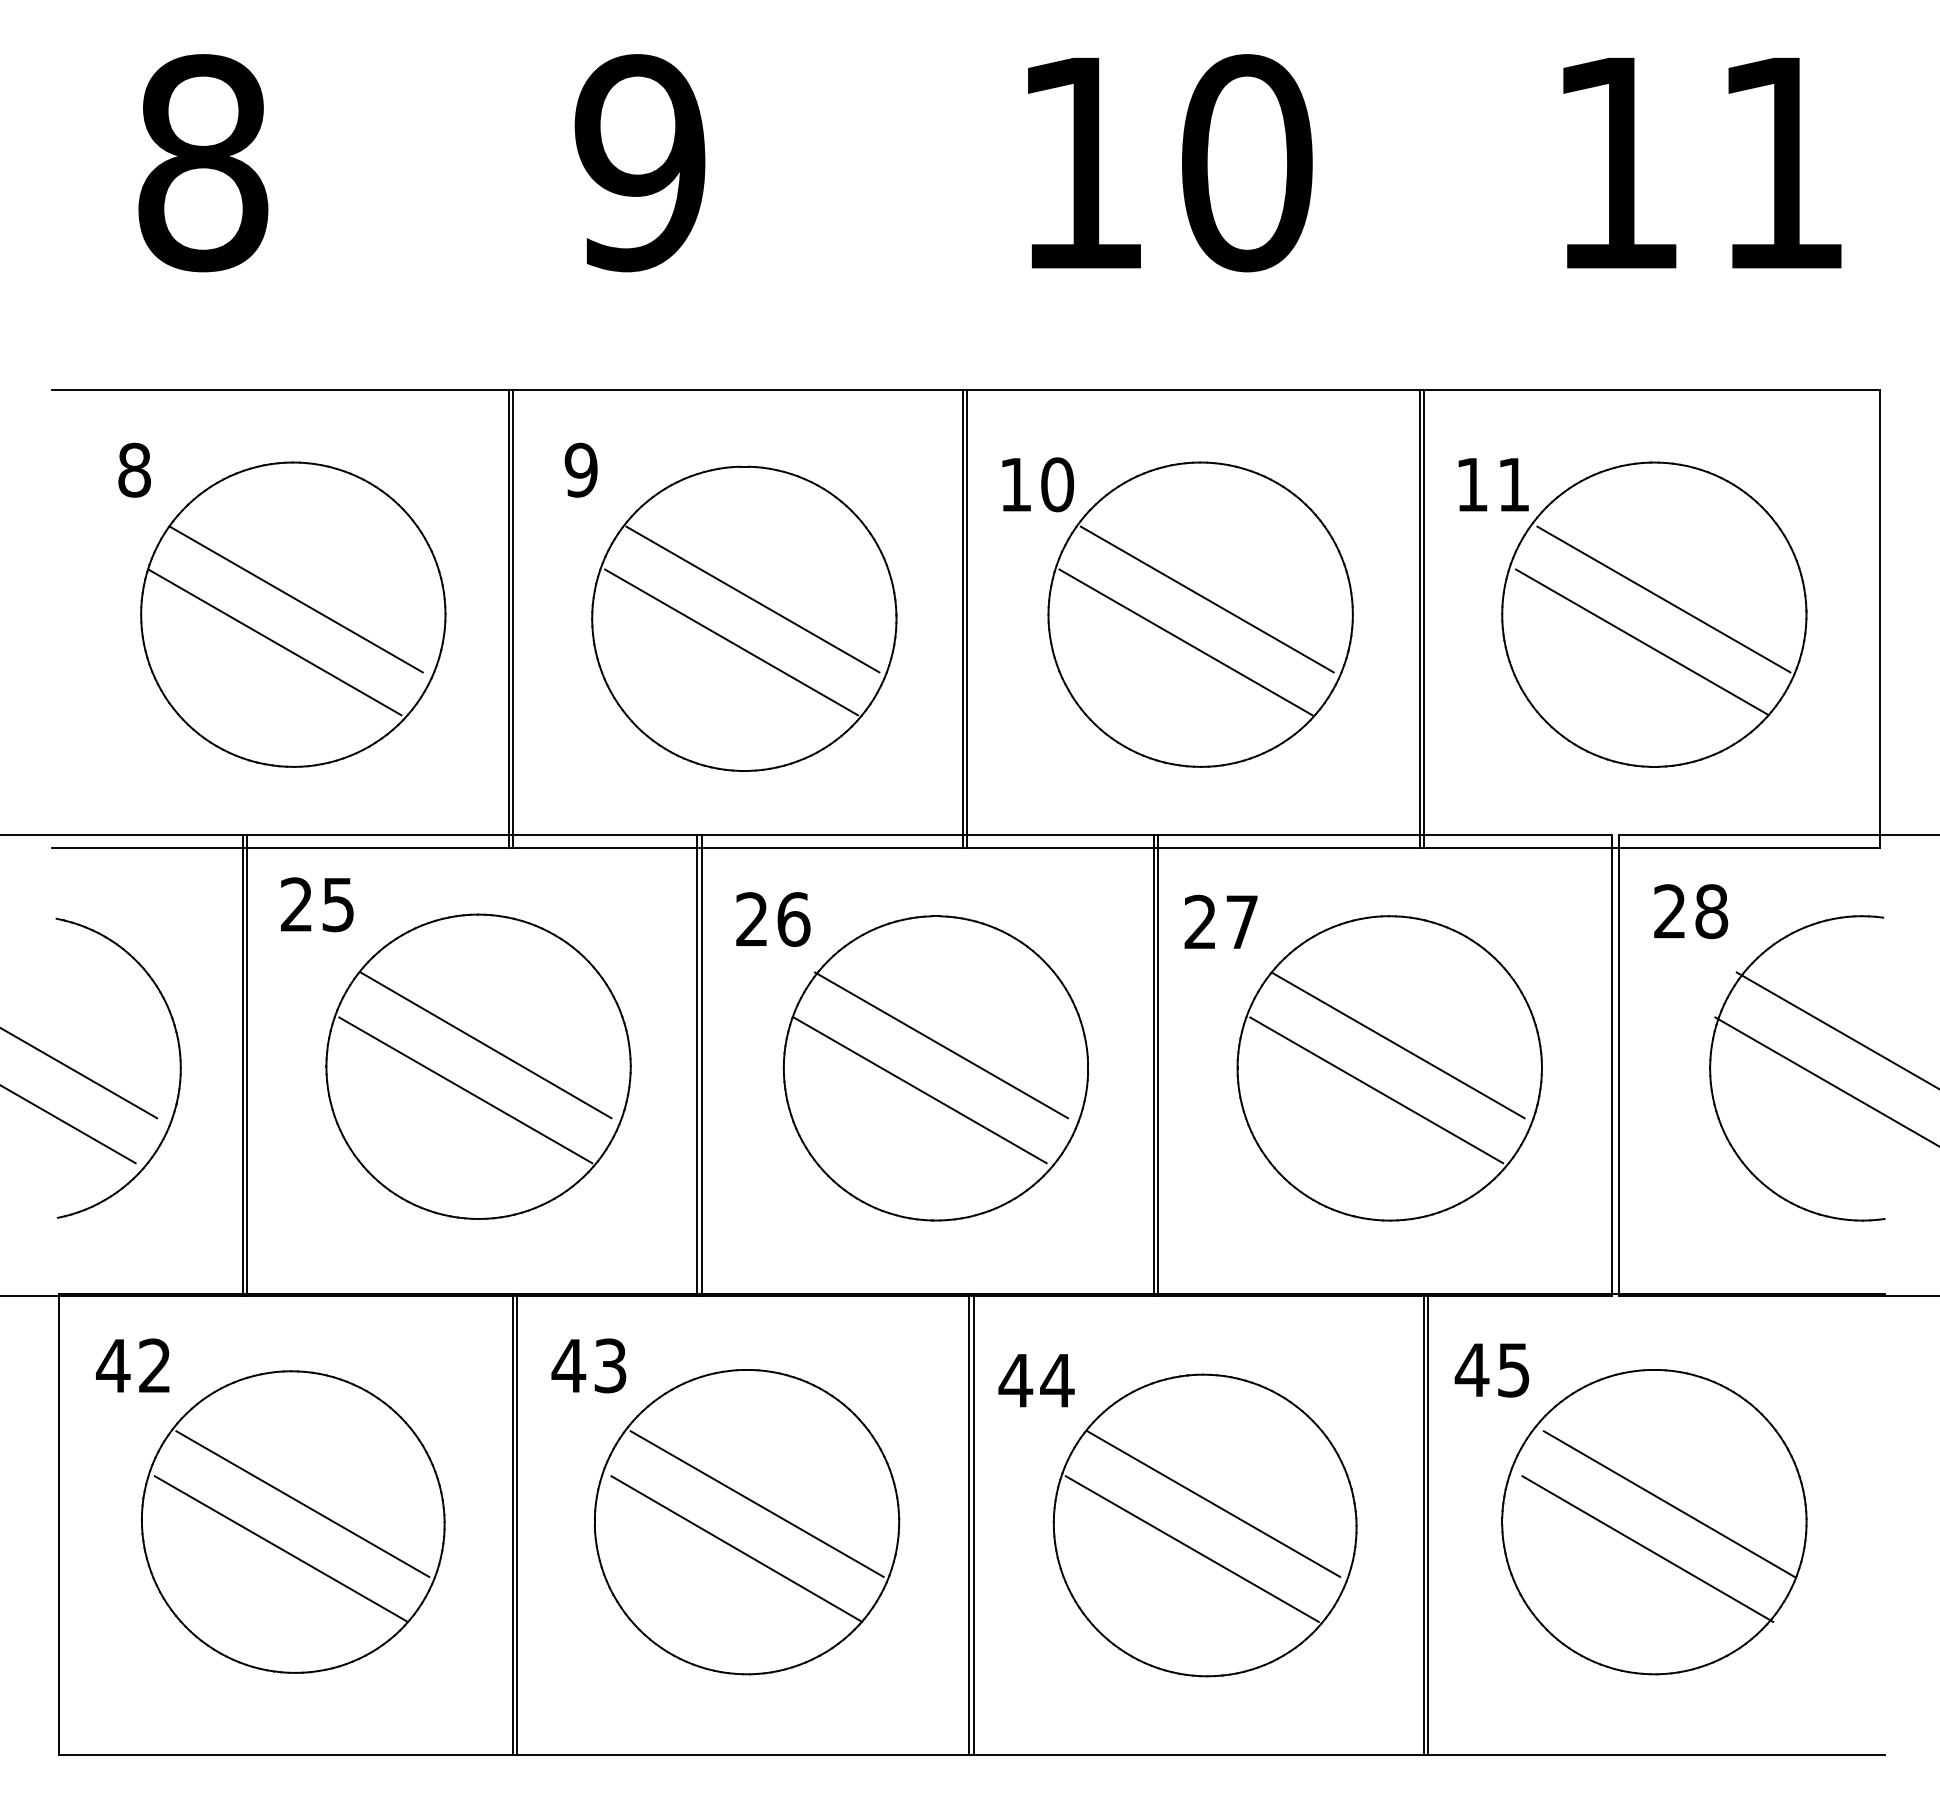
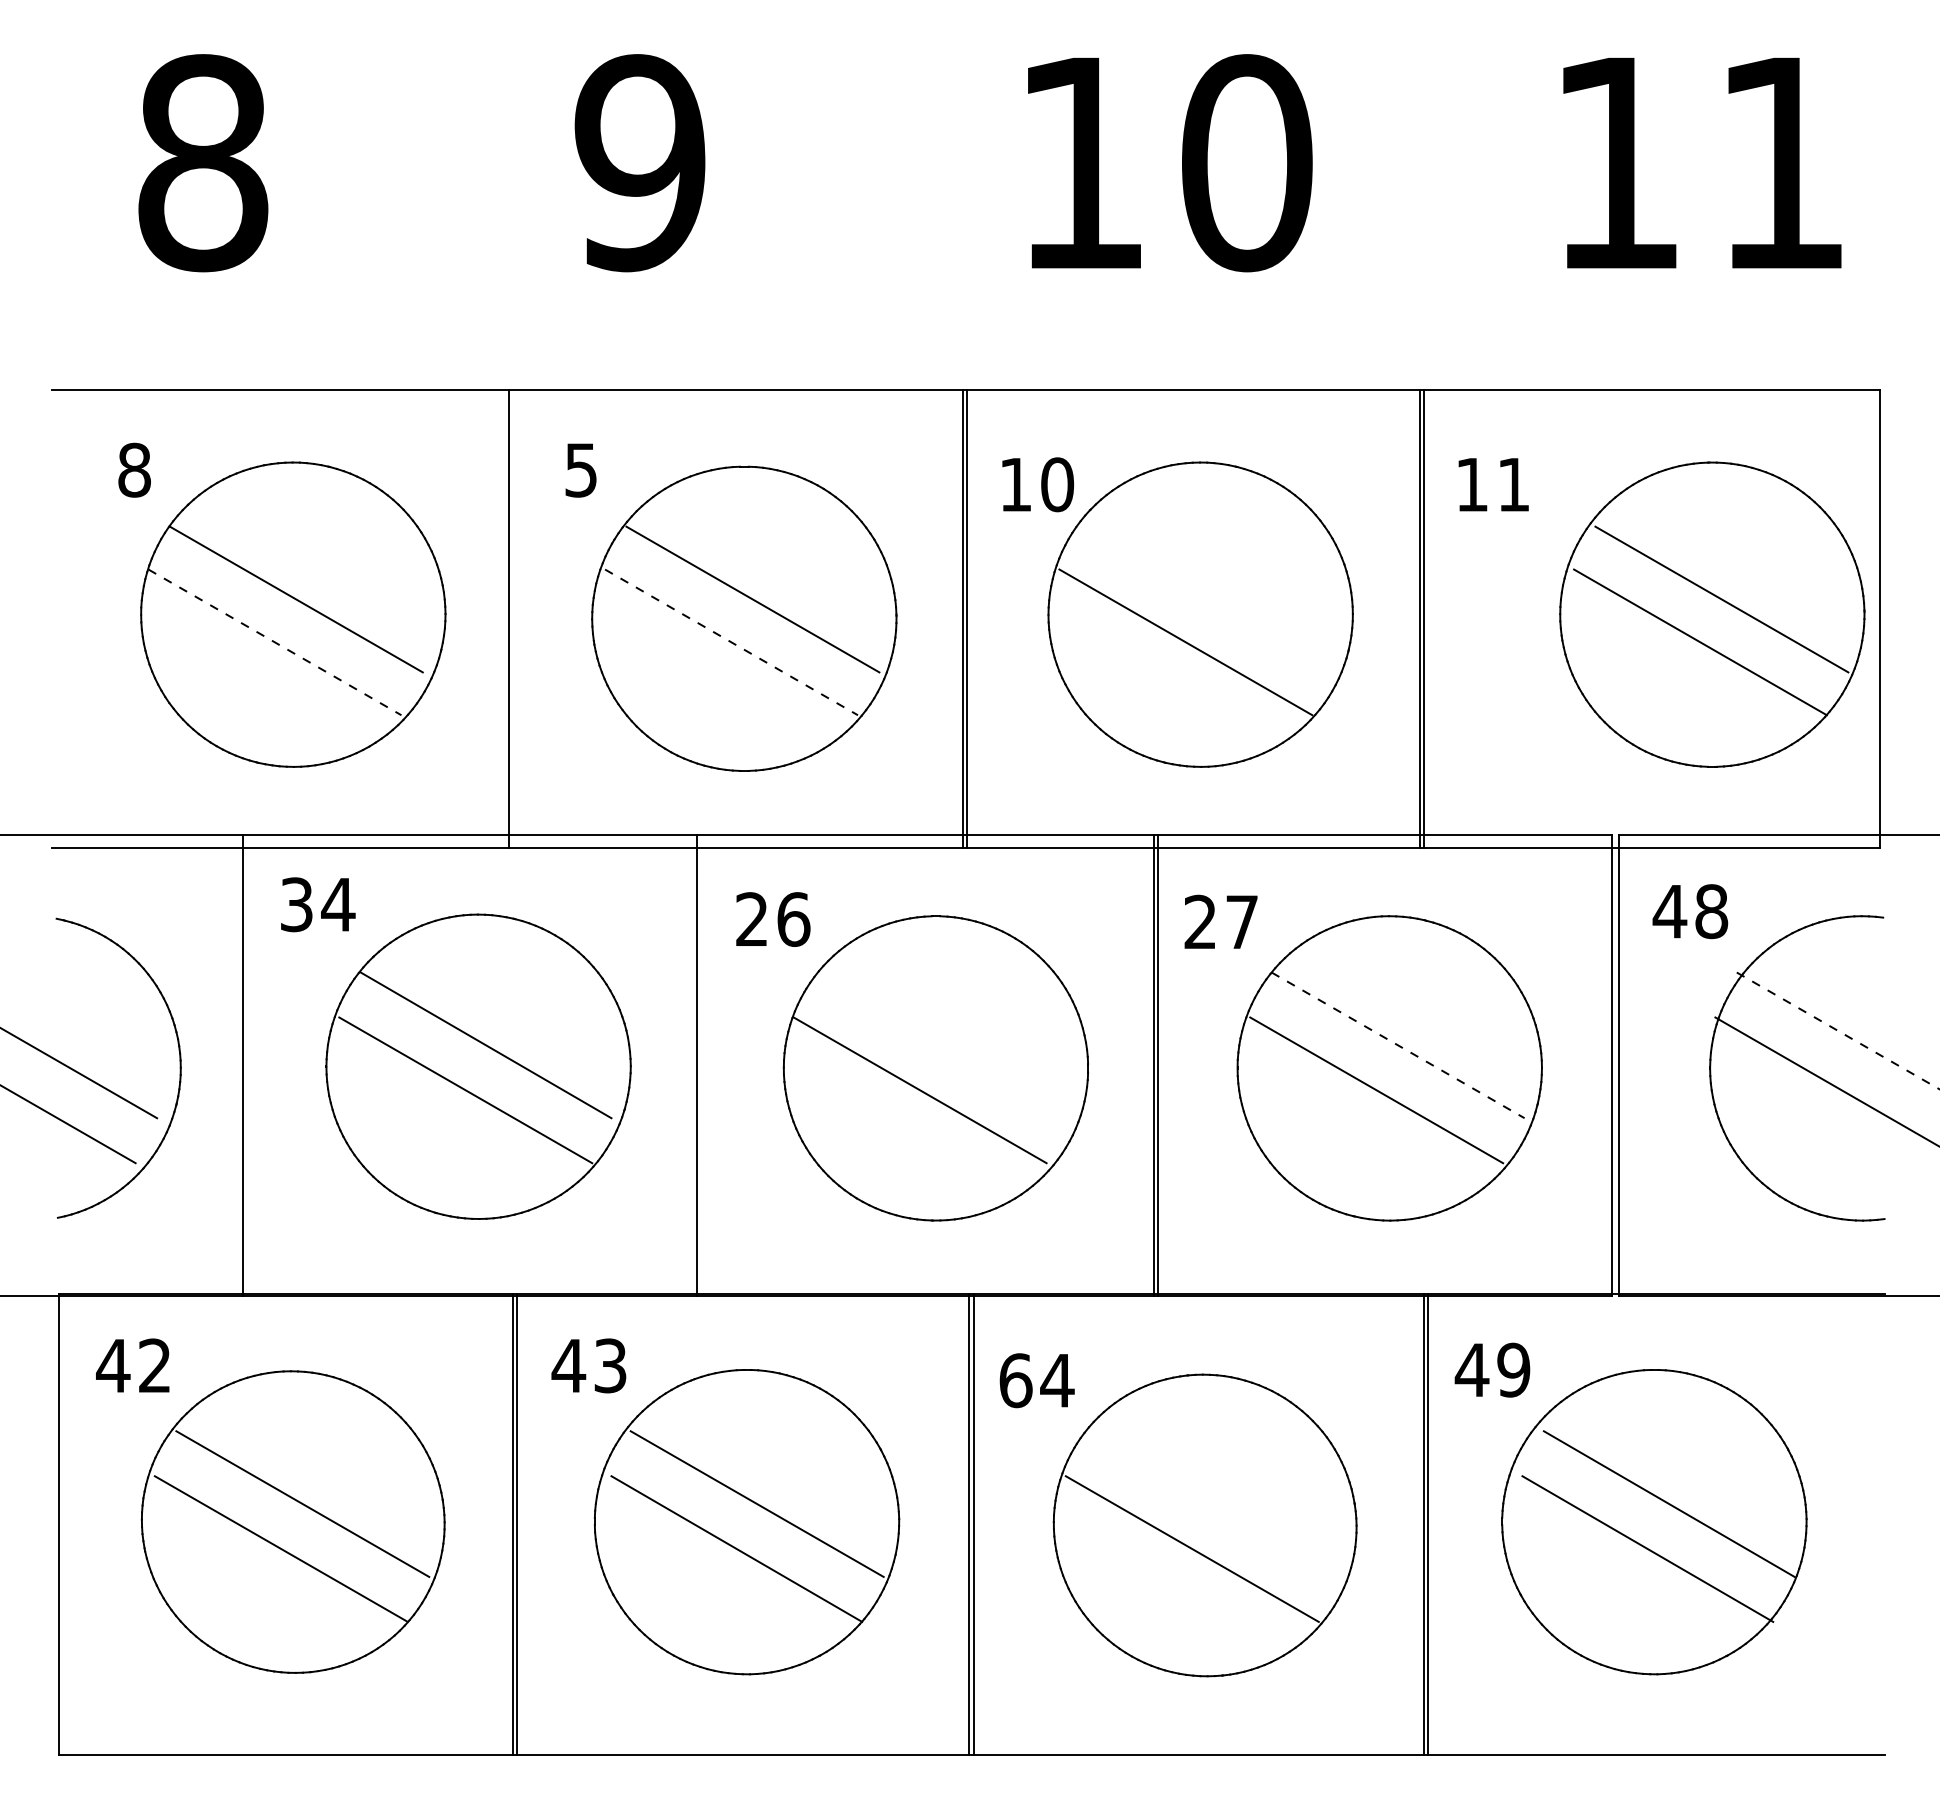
text at (580, 469): 9 -> 5
line at (1206, 599): present -> none
part at (1654, 614) position: (1654, 614) -> (1712, 614)
line at (512, 618): present -> none
line at (274, 642): solid -> dashed
line at (731, 642): solid -> dashed
text at (318, 904): 25 -> 34
text at (1669, 911): 28 -> 48
line at (1838, 1030): solid -> dashed
line at (941, 1045): present -> none
line at (1398, 1045): solid -> dashed
line at (247, 1065): present -> none
line at (701, 1065): present -> none
text at (1513, 1369): 45 -> 49
text at (1015, 1380): 44 -> 64
line at (1213, 1503): present -> none
